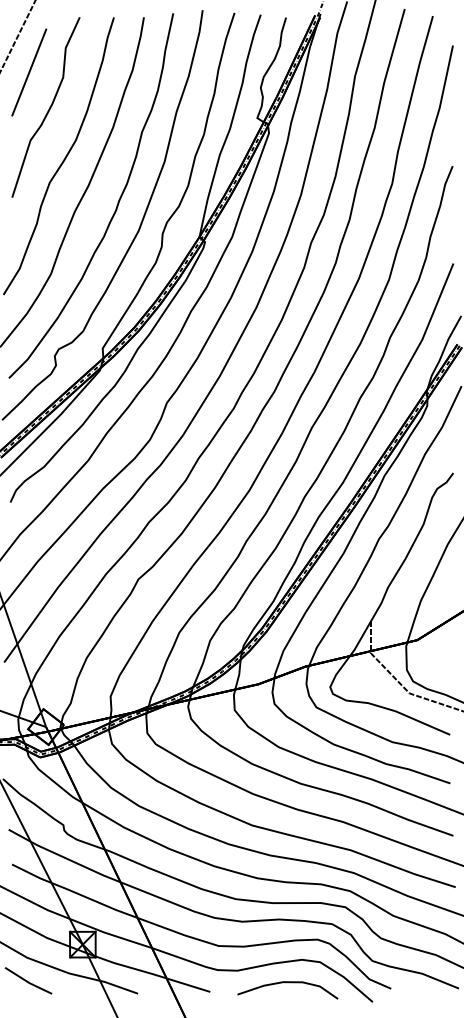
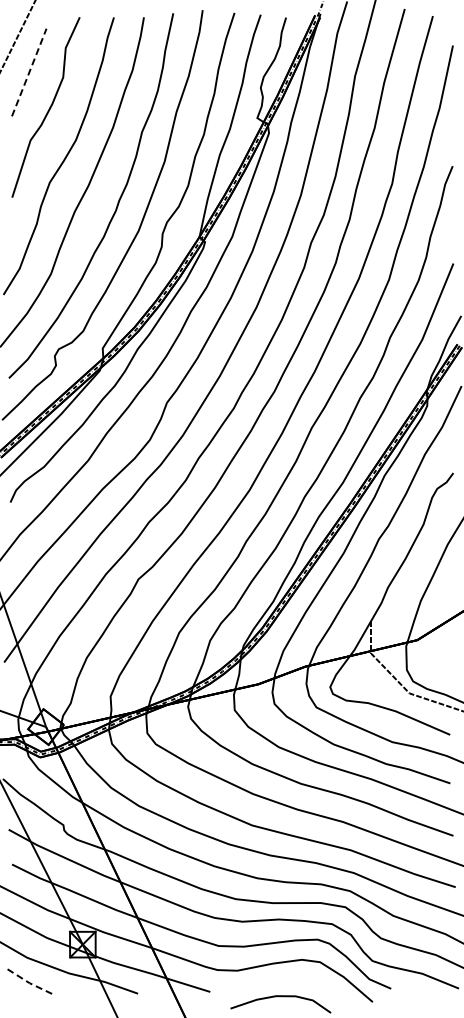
line at (29, 73): solid -> dashed
line at (28, 982): solid -> dashed
curve at (287, 983) position: (287, 983) -> (280, 997)
